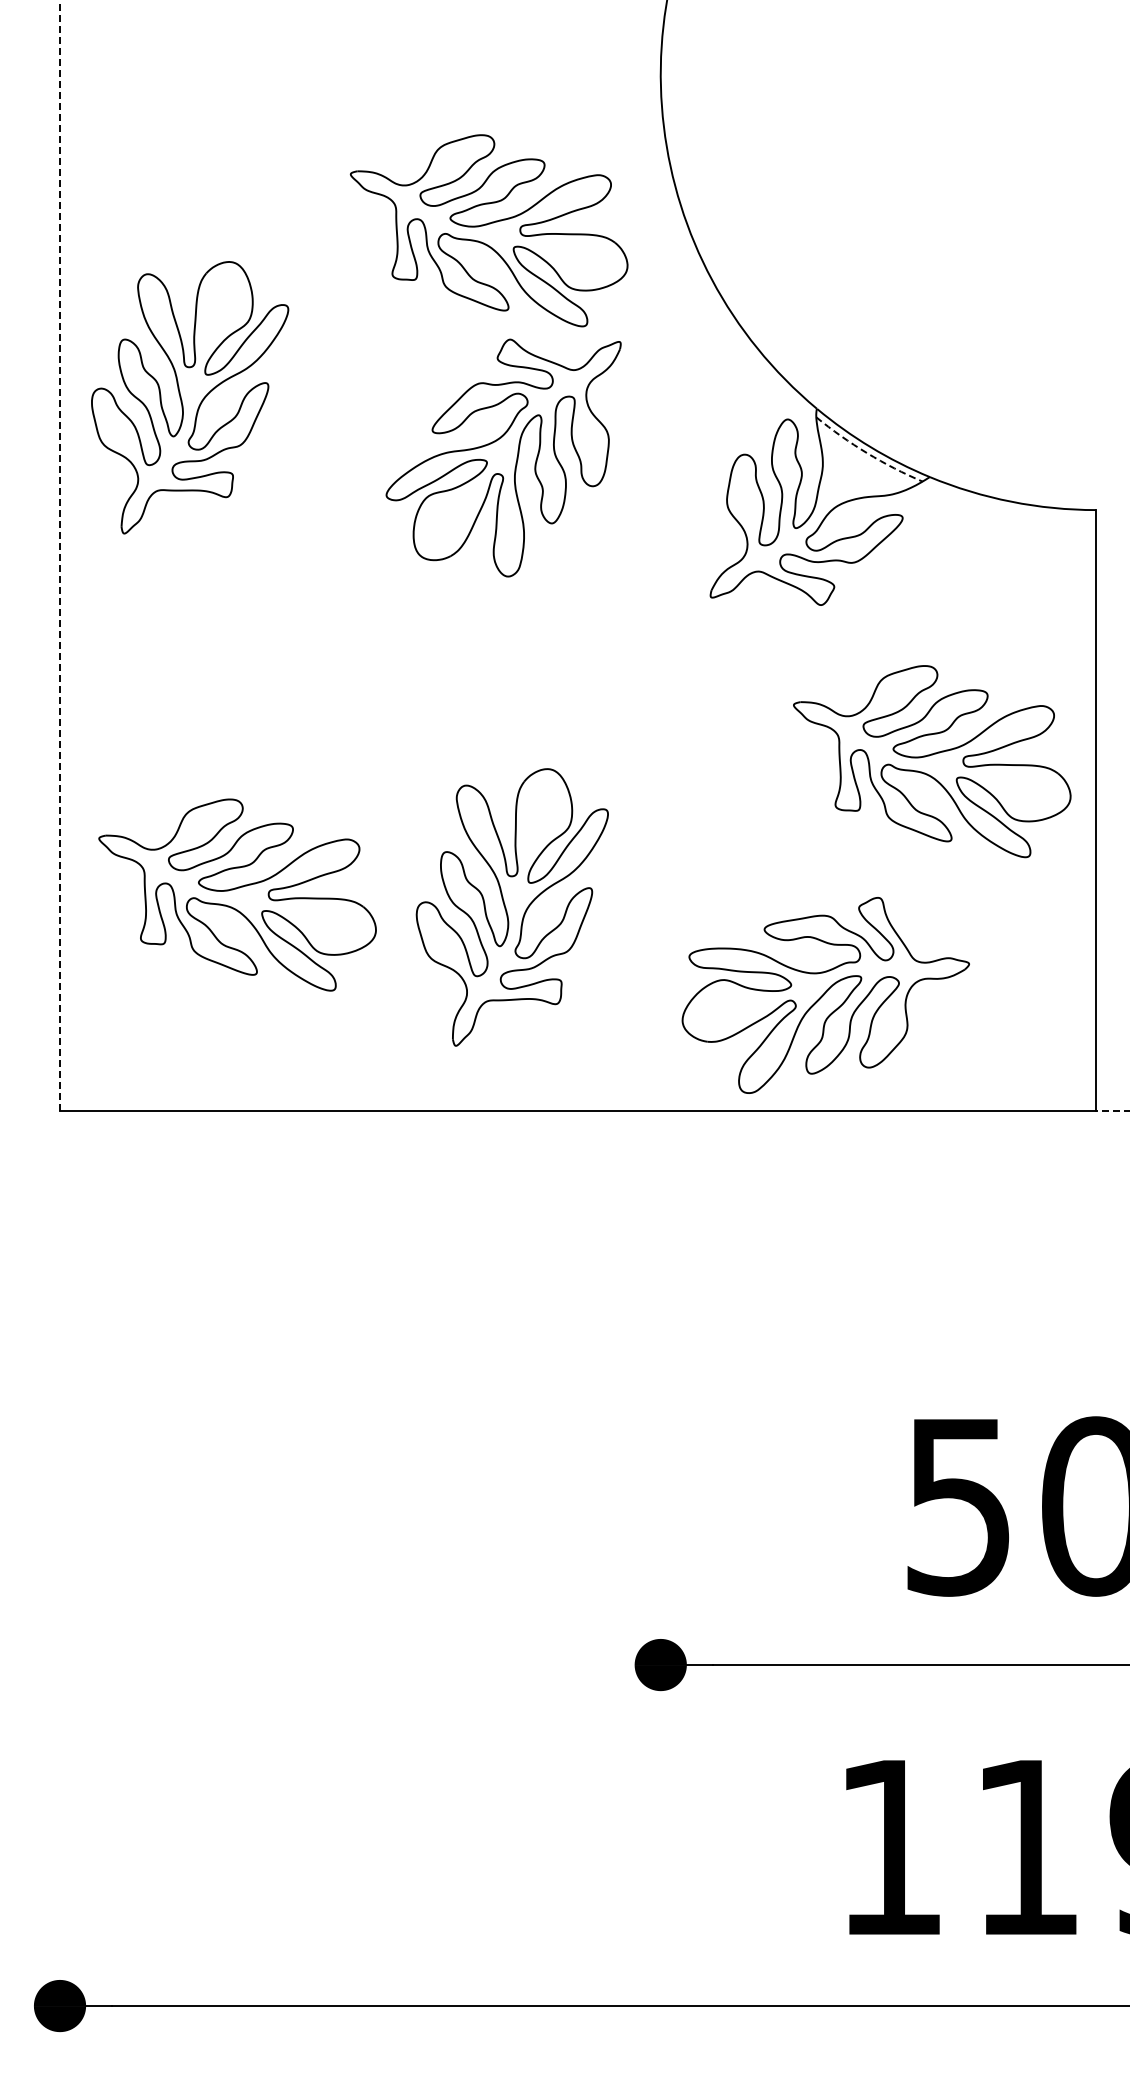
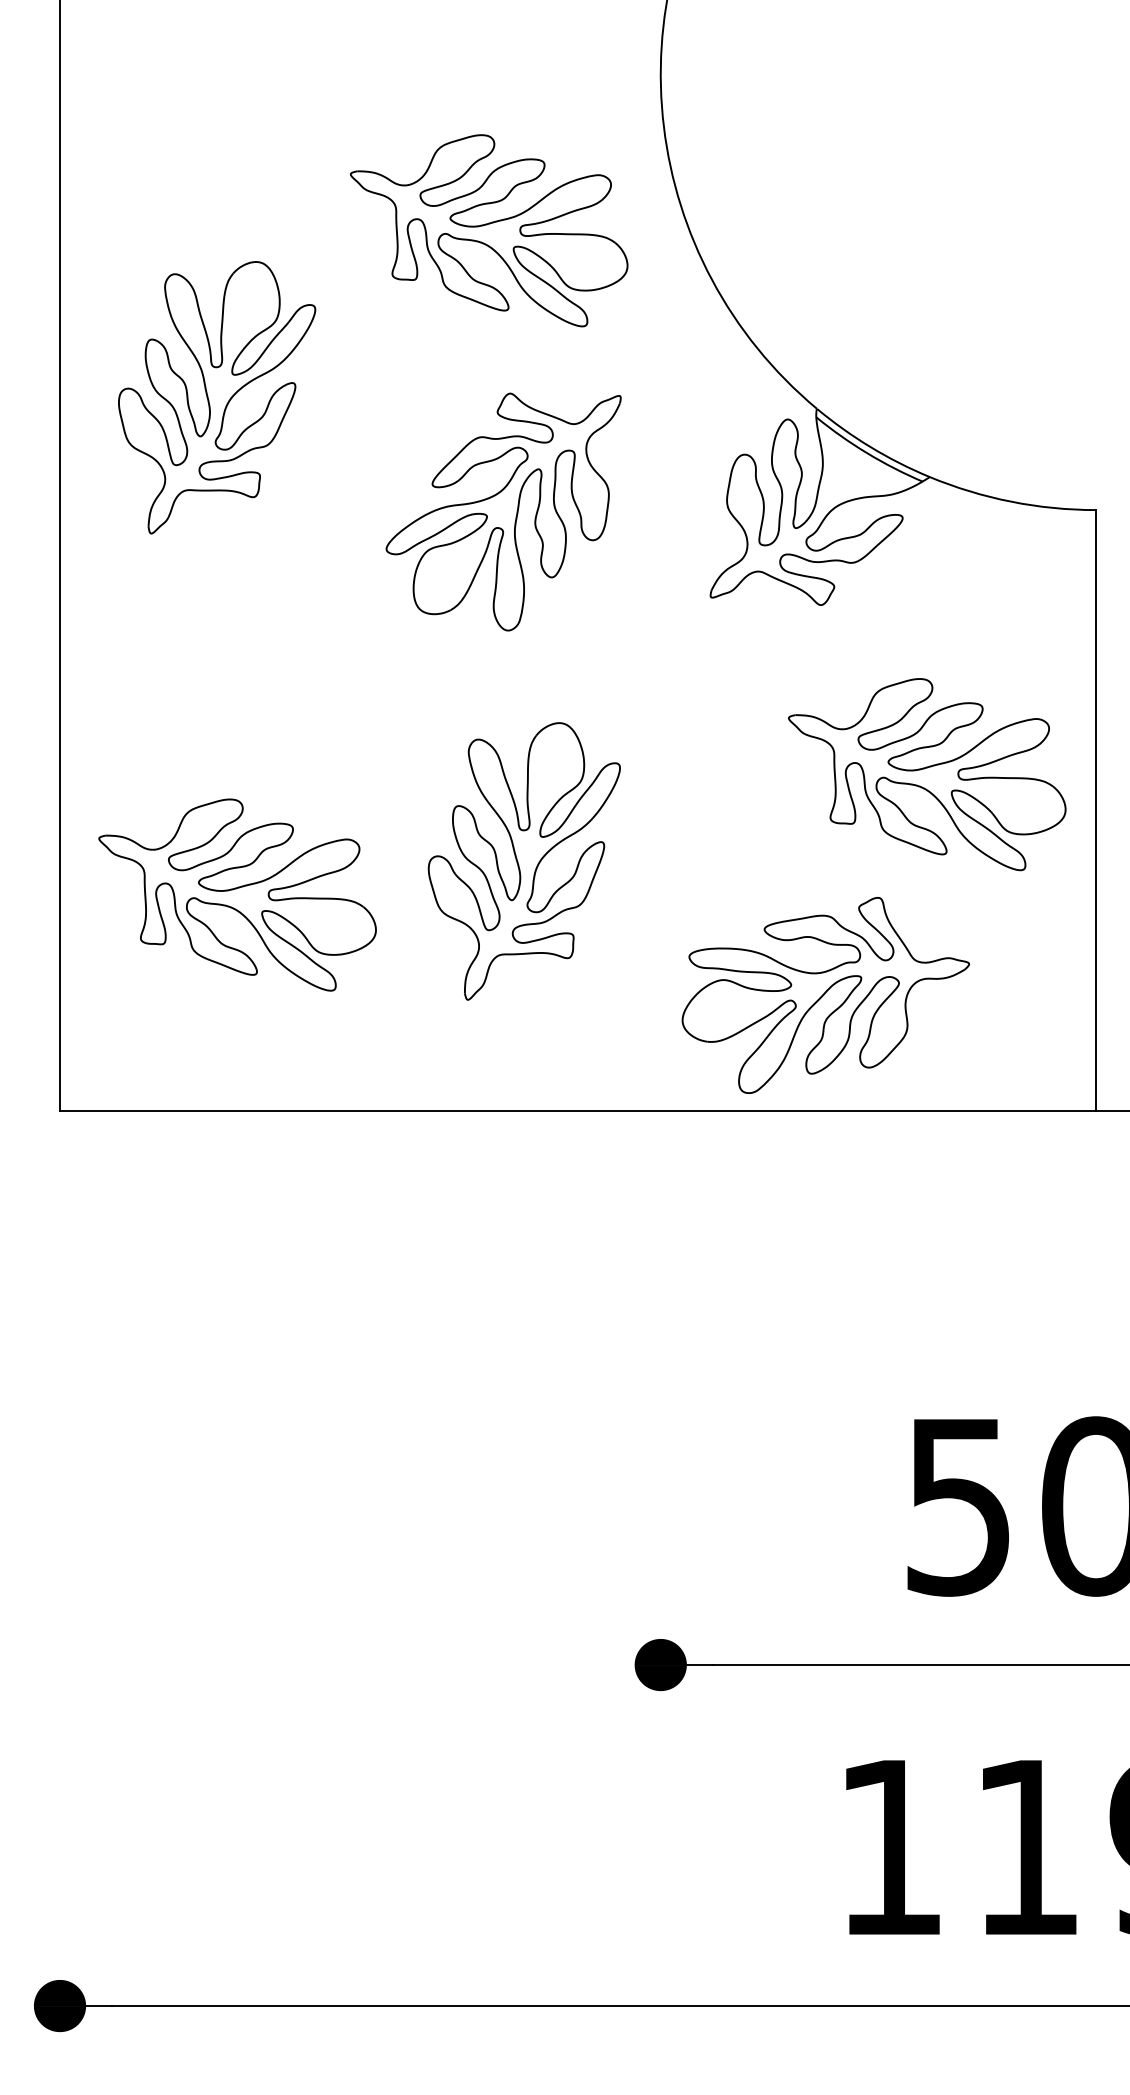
part at (190, 397) position: (190, 397) -> (217, 397)
arc at (867, 453): dashed -> solid
part at (503, 457) position: (503, 457) -> (503, 511)
line at (60, 555): dashed -> solid
part at (932, 761) position: (932, 761) -> (927, 774)
part at (511, 907) position: (511, 907) -> (523, 861)
line at (1112, 1110): dashed -> solid
